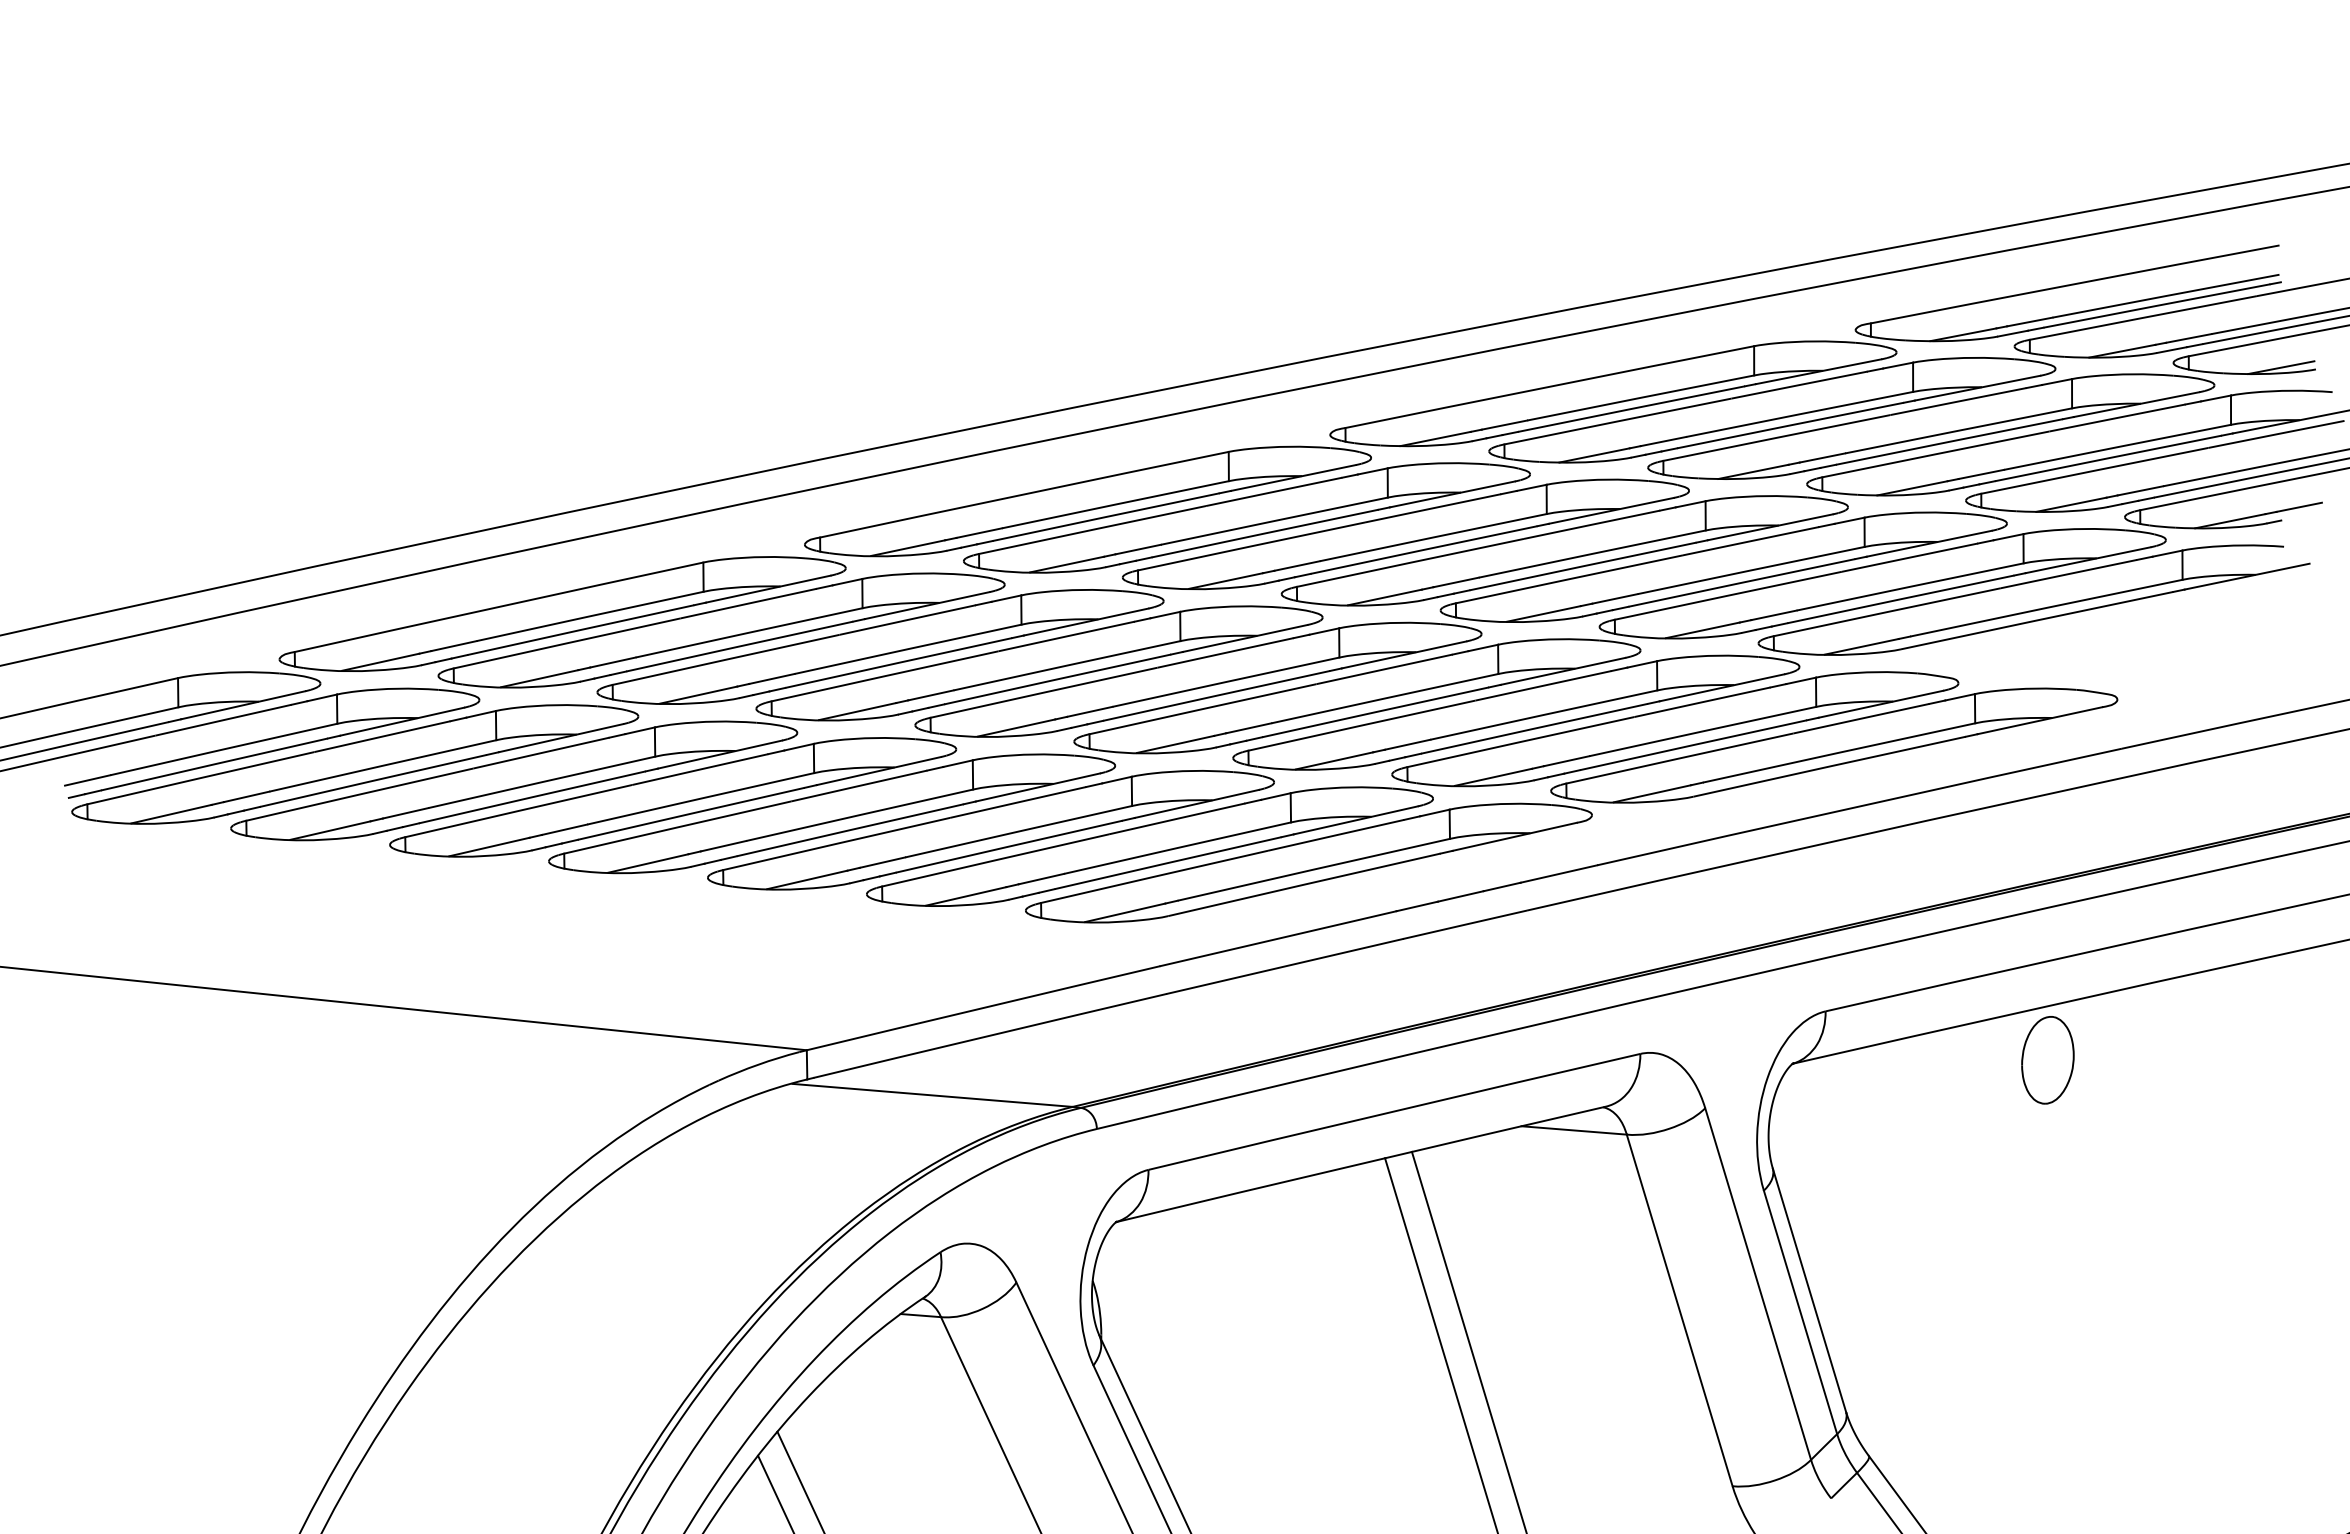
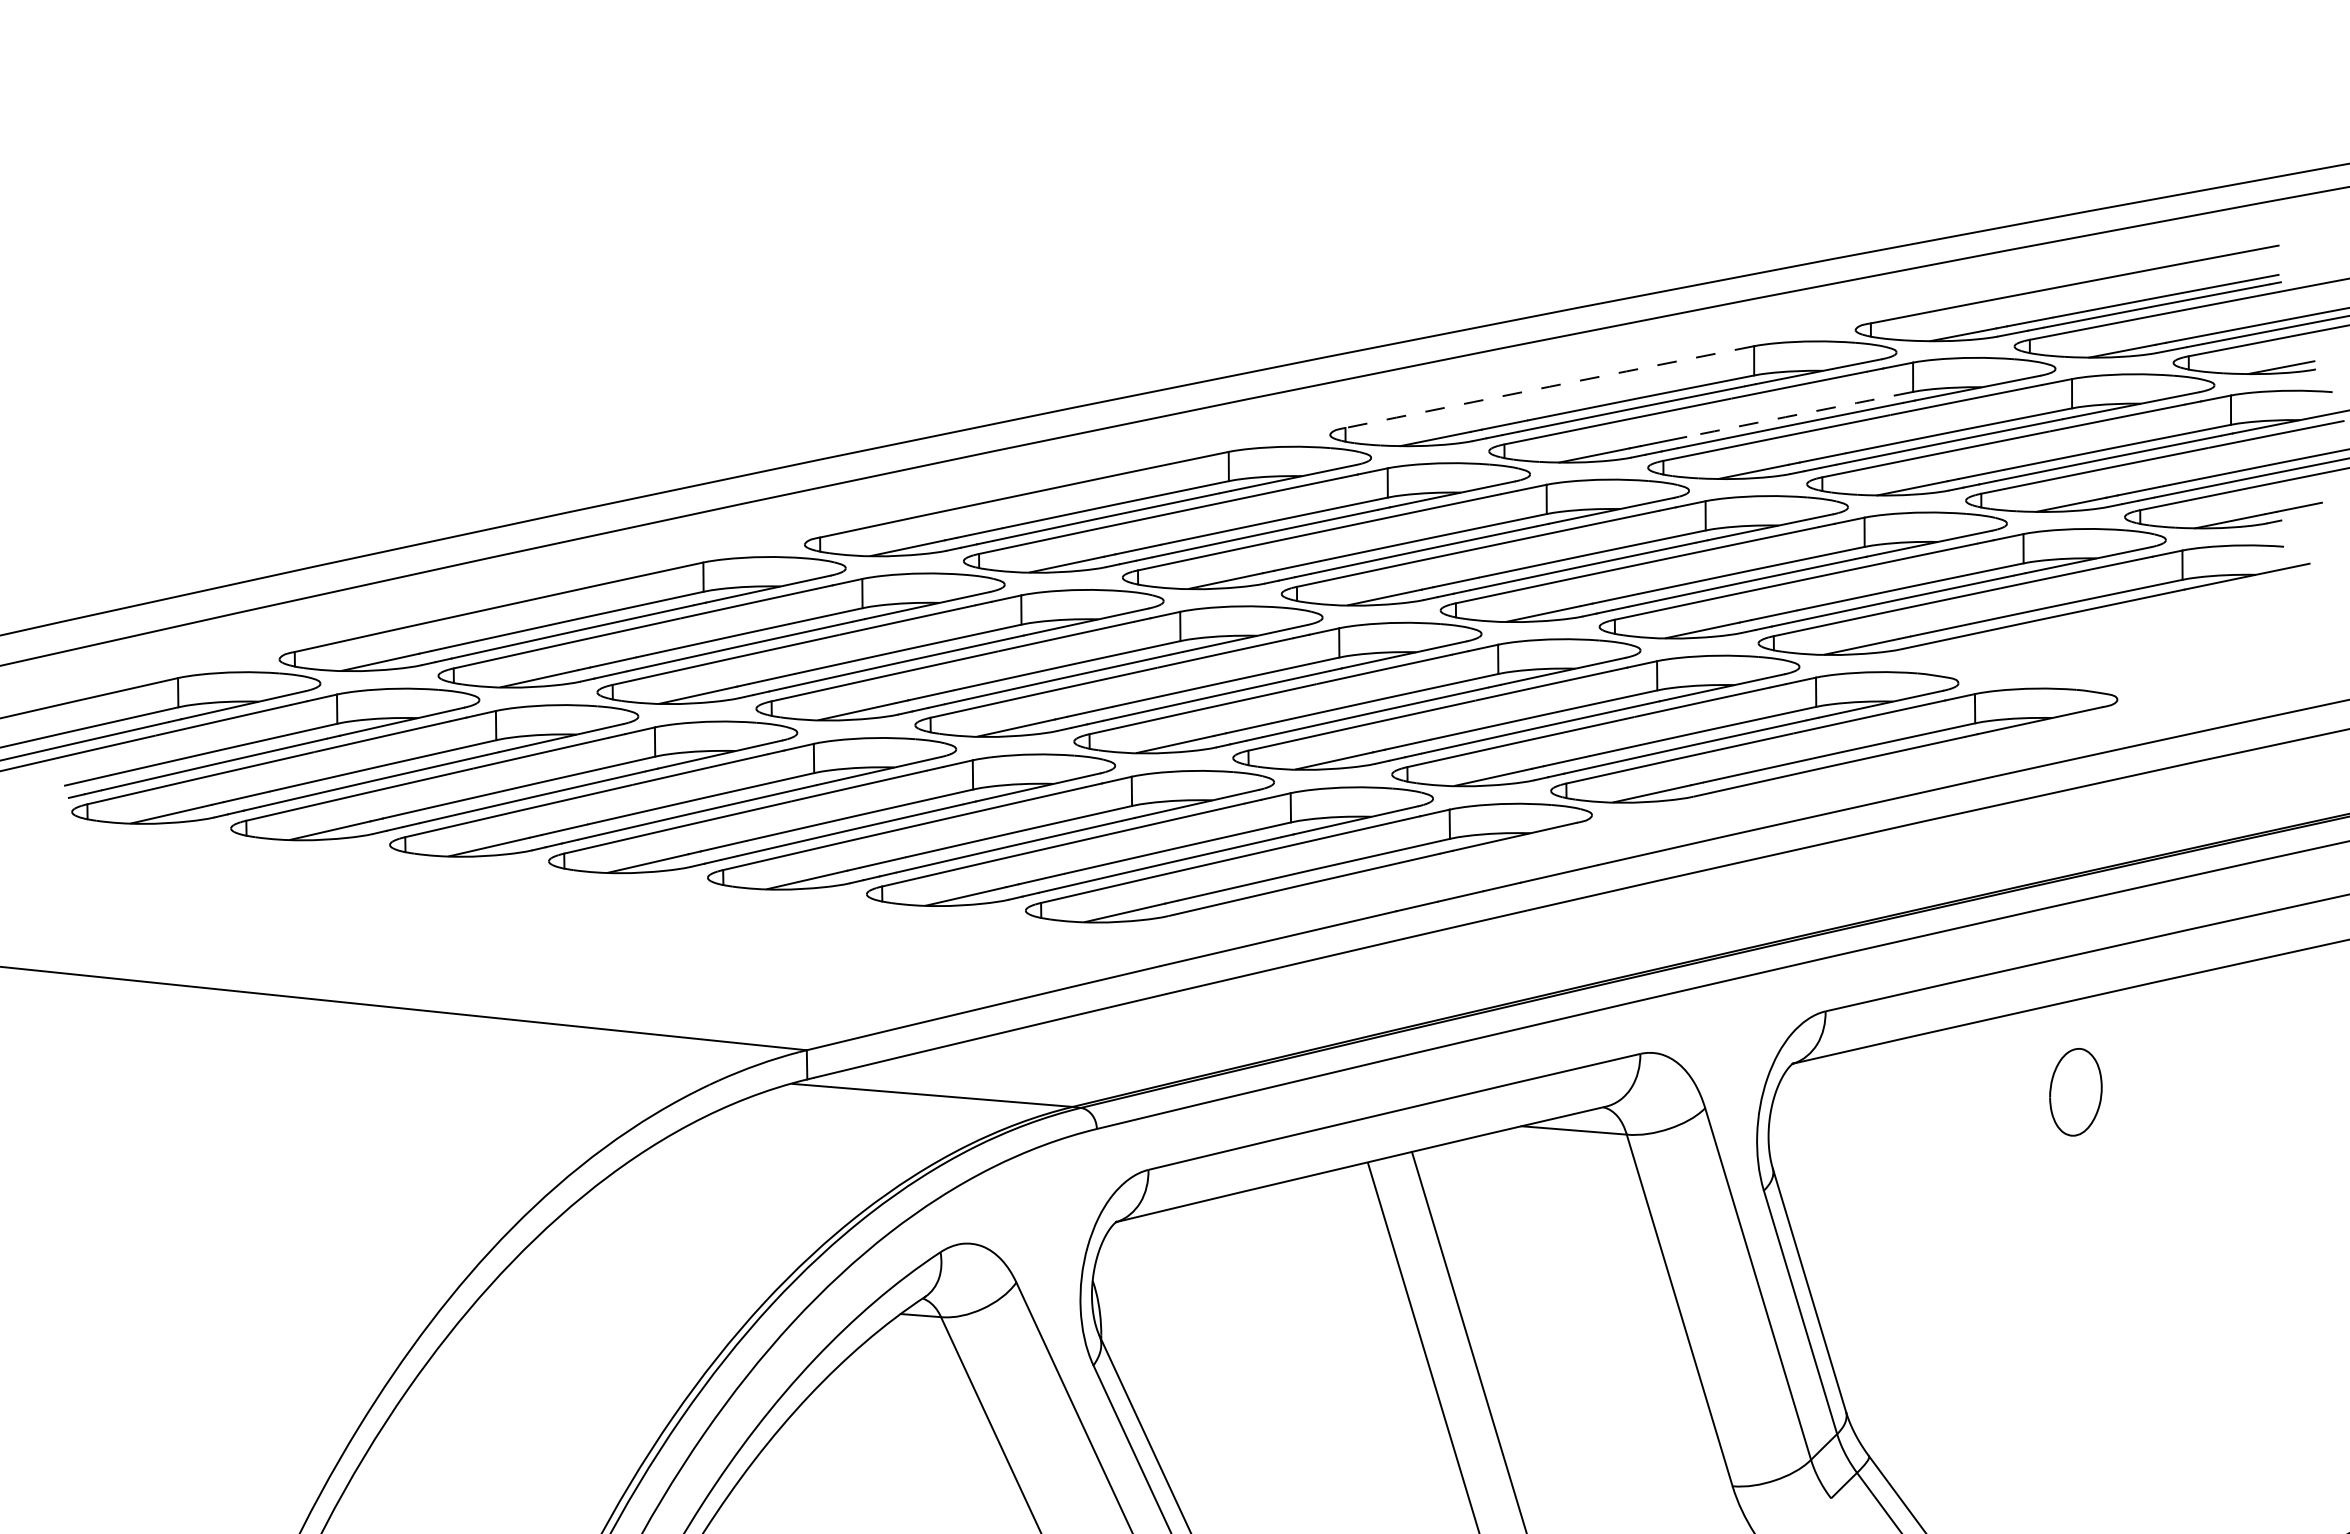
arc at (1549, 386): solid -> dashed
arc at (1799, 414): solid -> dashed
part at (2047, 1060) position: (2047, 1060) -> (2075, 1092)
line at (1441, 1344) position: (1441, 1344) -> (1423, 1346)
line at (800, 1480): present -> none
line at (775, 1492): present -> none
